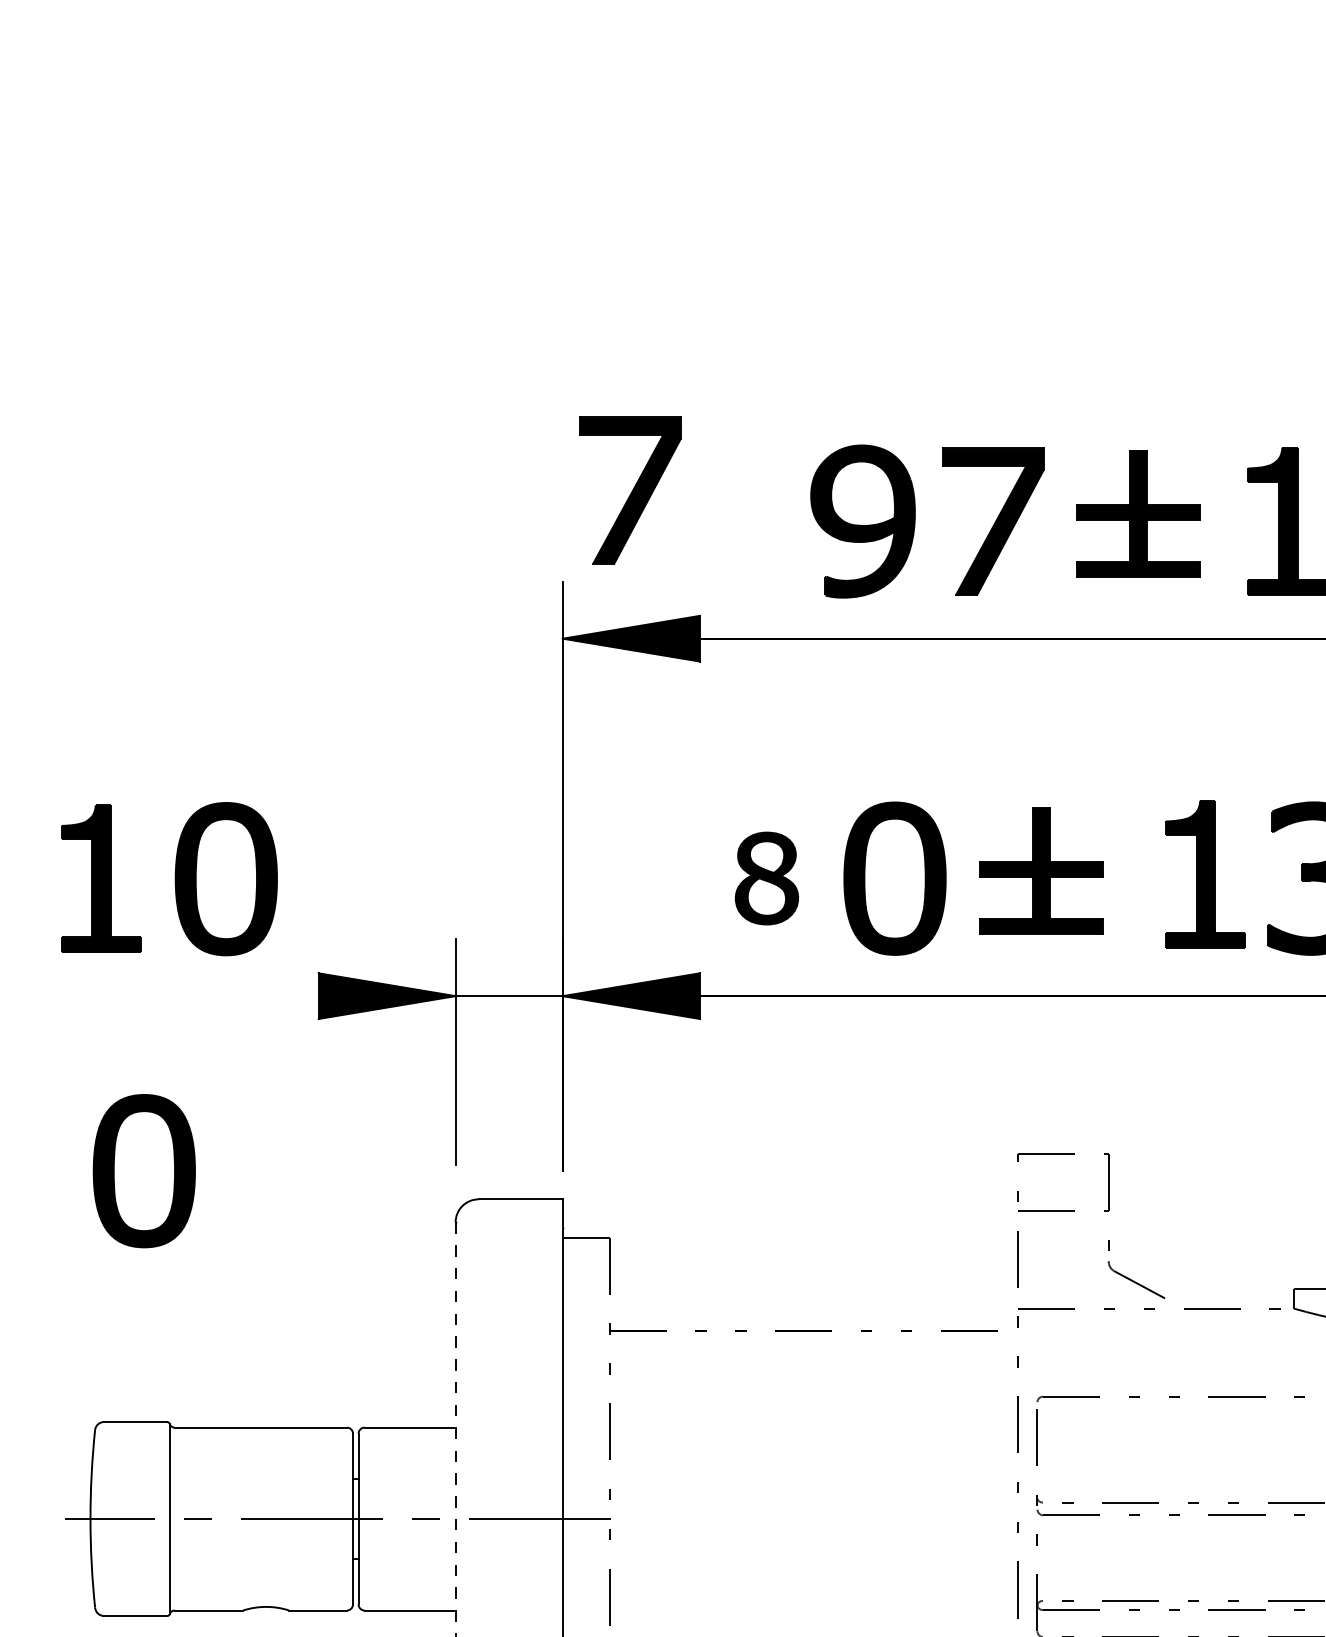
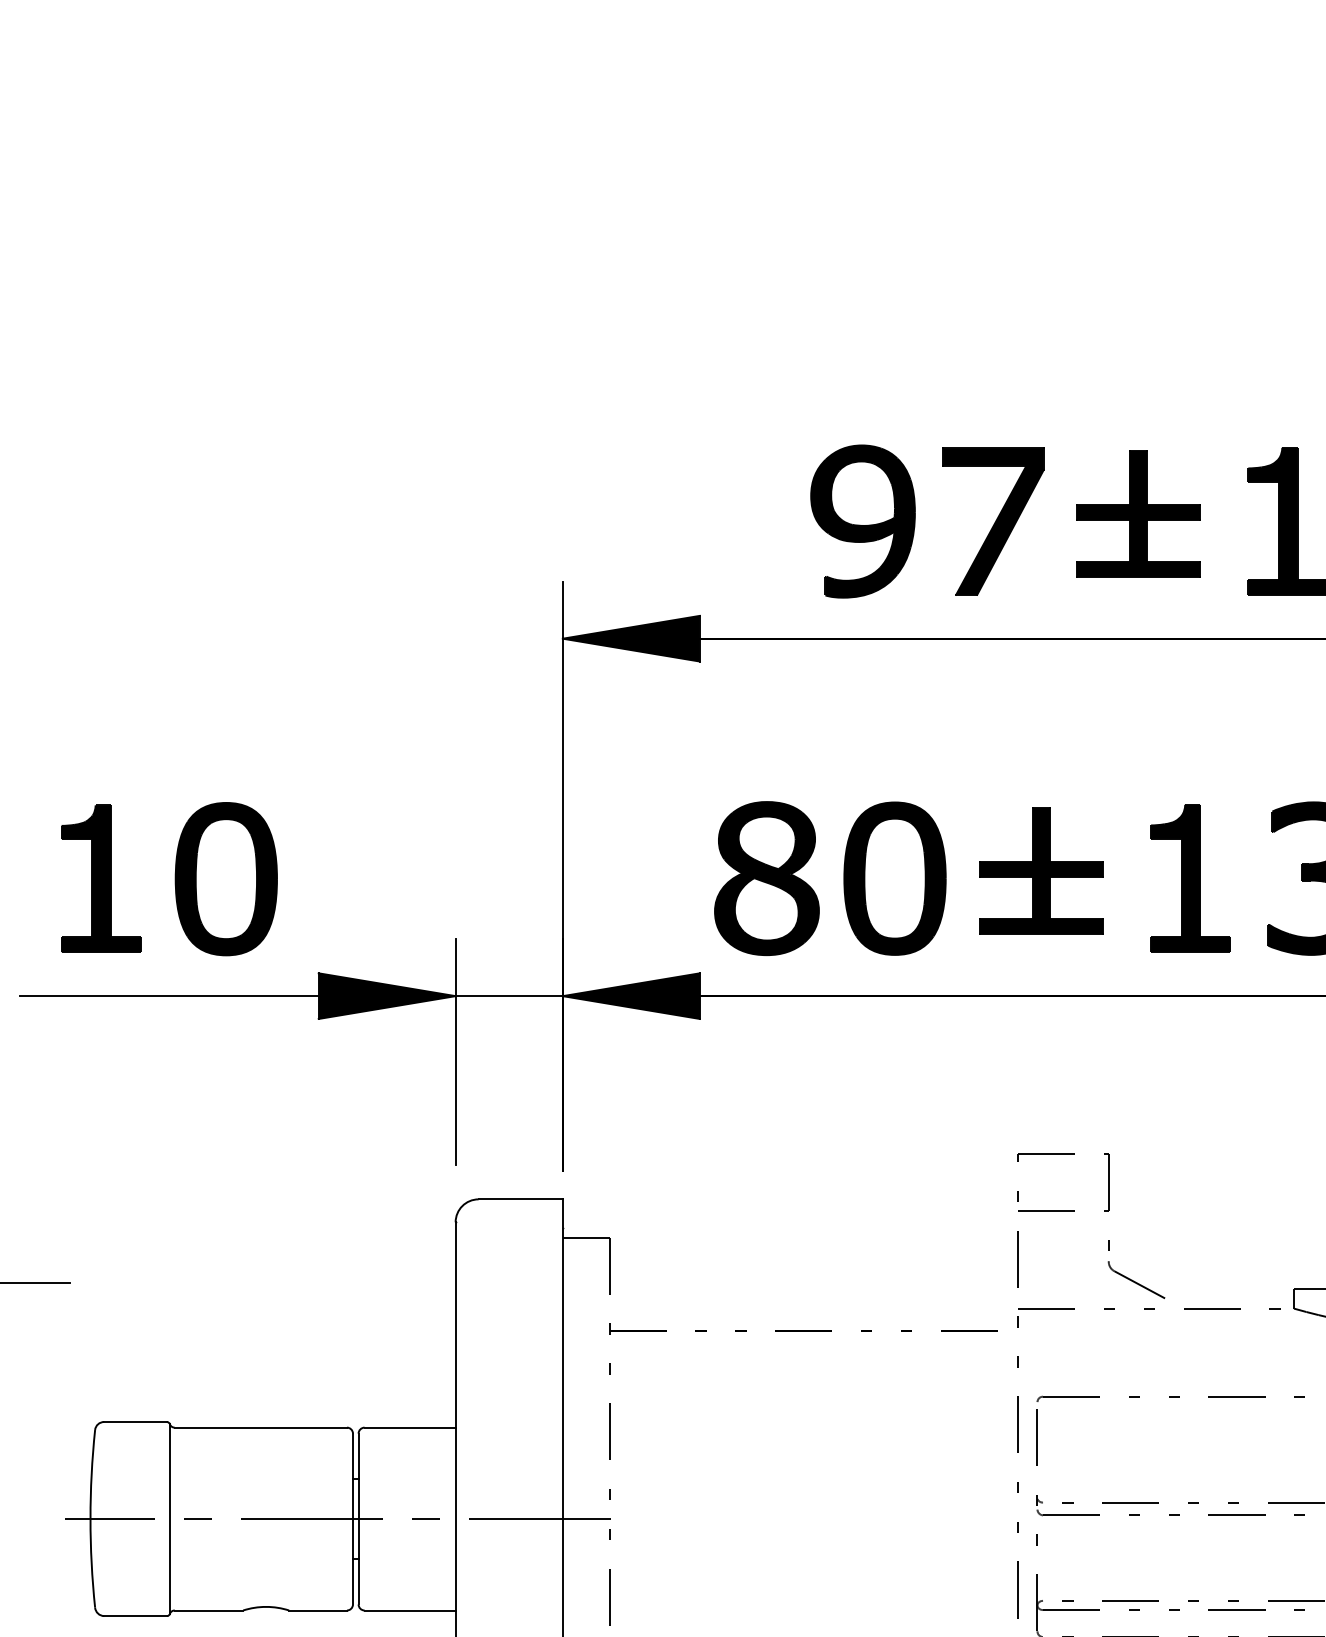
part at (630, 490): present -> none
part at (1205, 874) position: (1205, 874) -> (1190, 878)
part at (766, 878) size: 66x95 px -> 106x155 px
line at (169, 996): none -> present
part at (143, 1171): present -> none
line at (36, 1282): none -> present
line at (455, 1429): dashed -> solid
